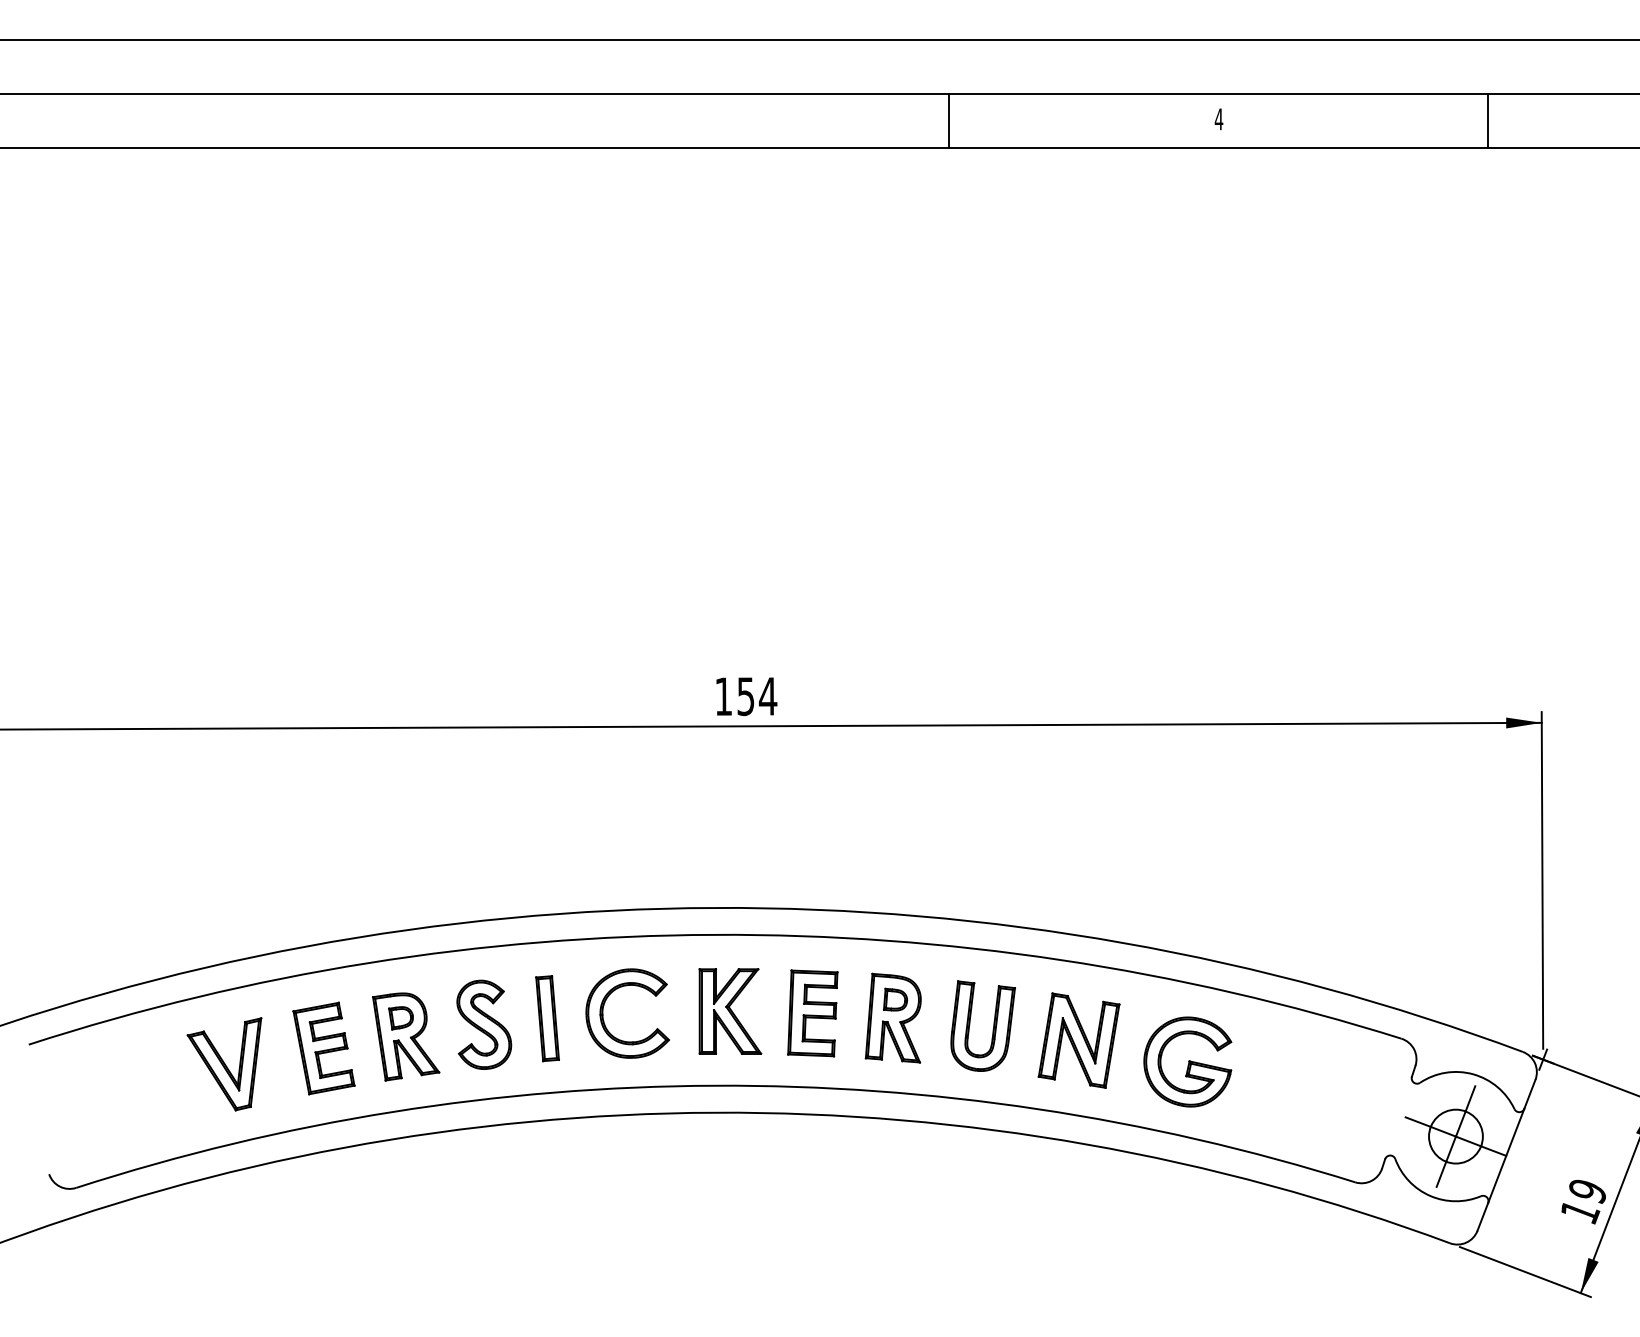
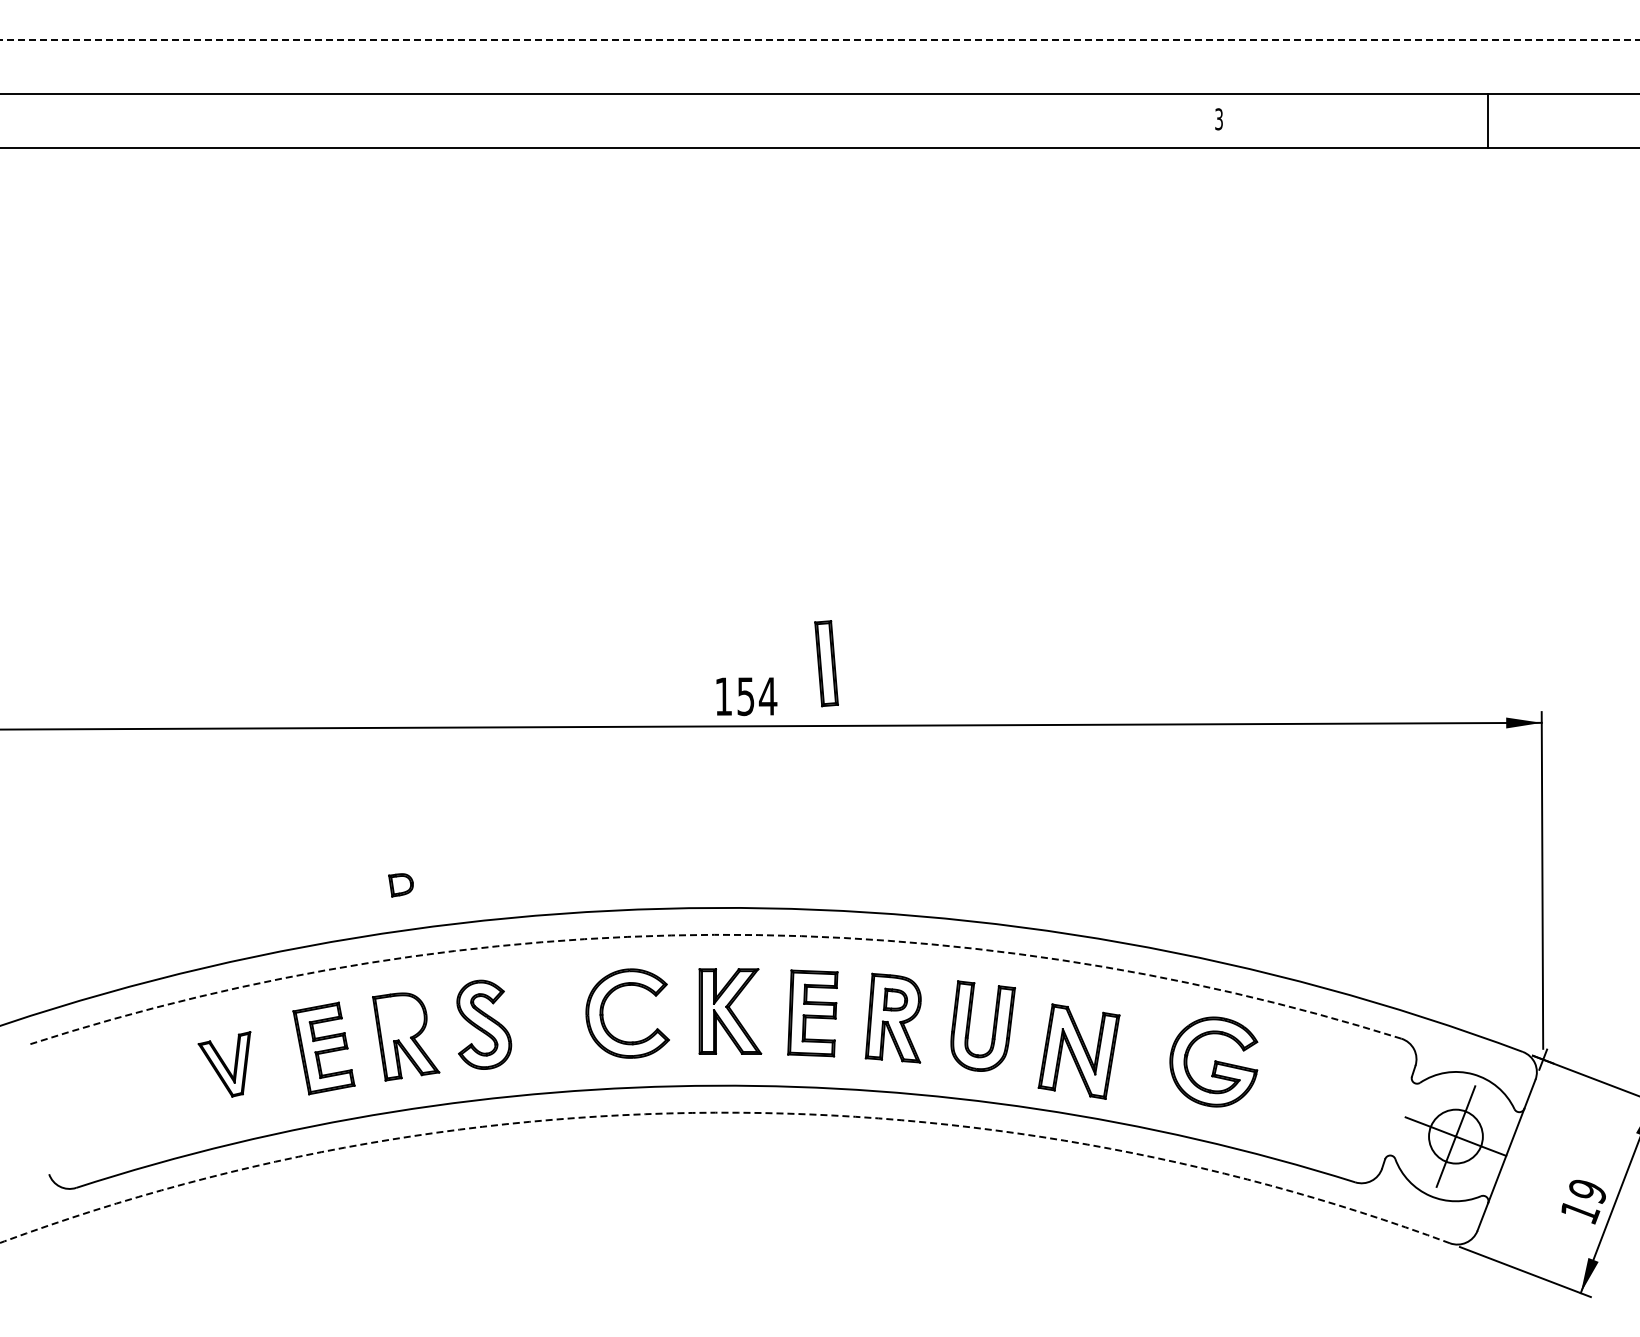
line at (819, 39): solid -> dashed
text at (1218, 119): 4 -> 3
line at (949, 120): present -> none
arc at (714, 934): solid -> dashed
part at (400, 1018) position: (400, 1018) -> (400, 885)
part at (547, 1018) position: (547, 1018) -> (826, 663)
part at (1078, 1040) position: (1078, 1040) -> (1078, 1051)
part at (1187, 1061) position: (1187, 1061) -> (1213, 1061)
part at (224, 1064) size: 77x95 px -> 55x67 px
arc at (724, 1112): solid -> dashed
